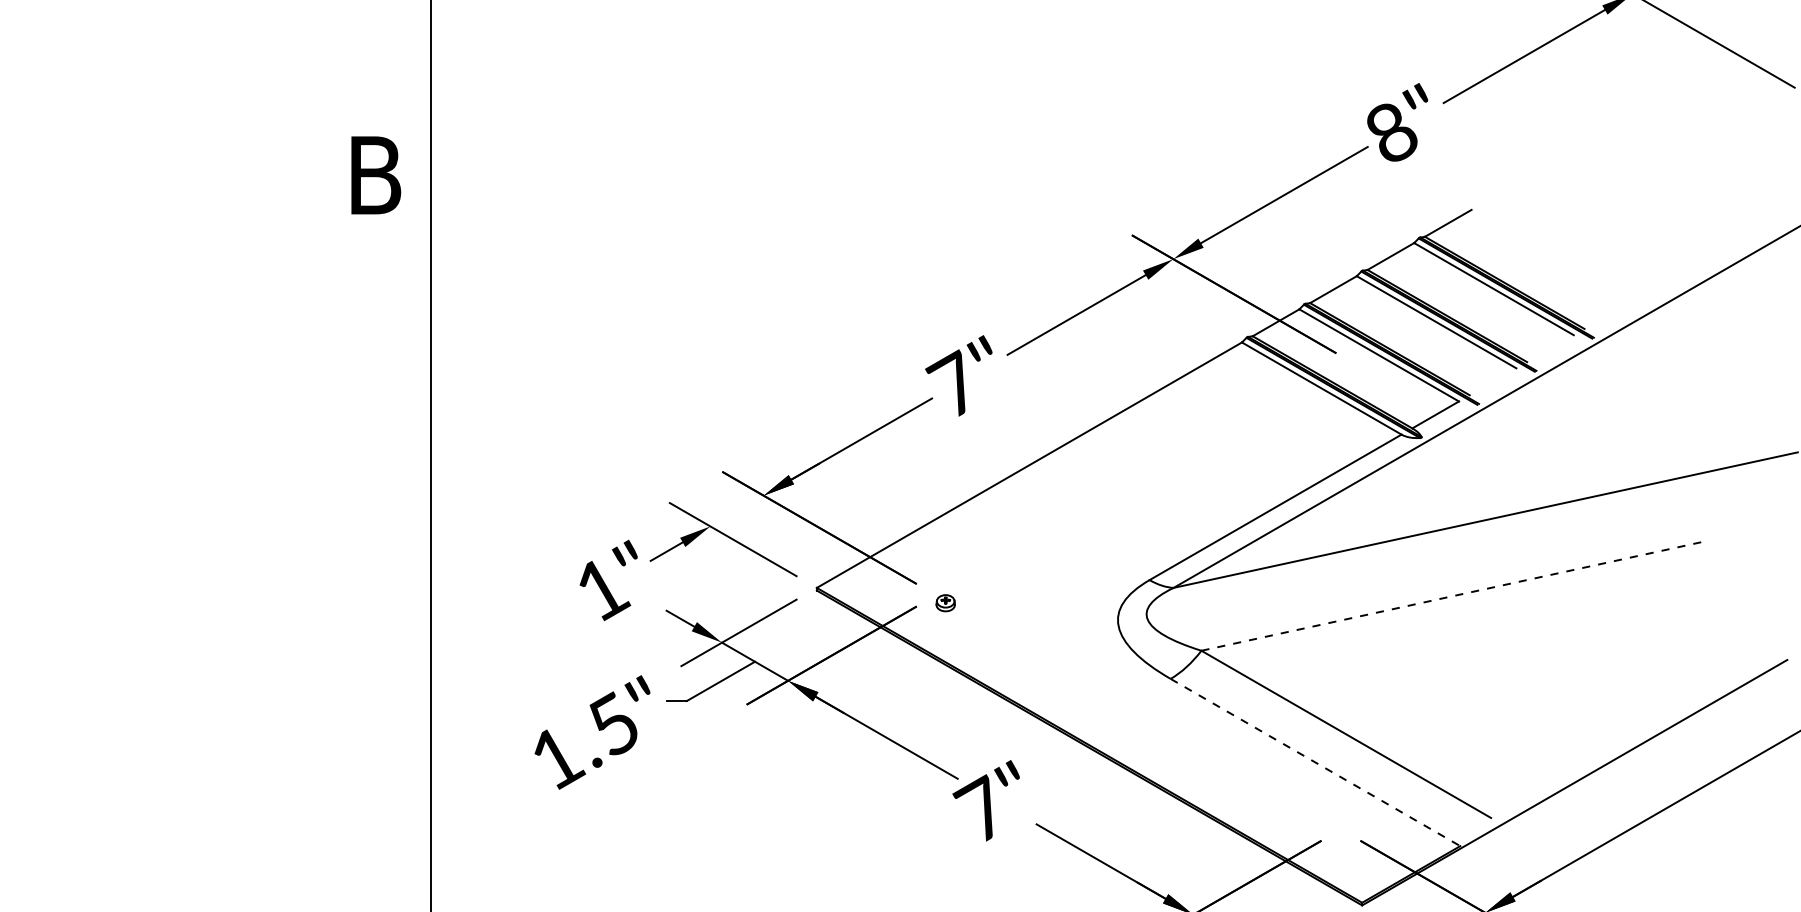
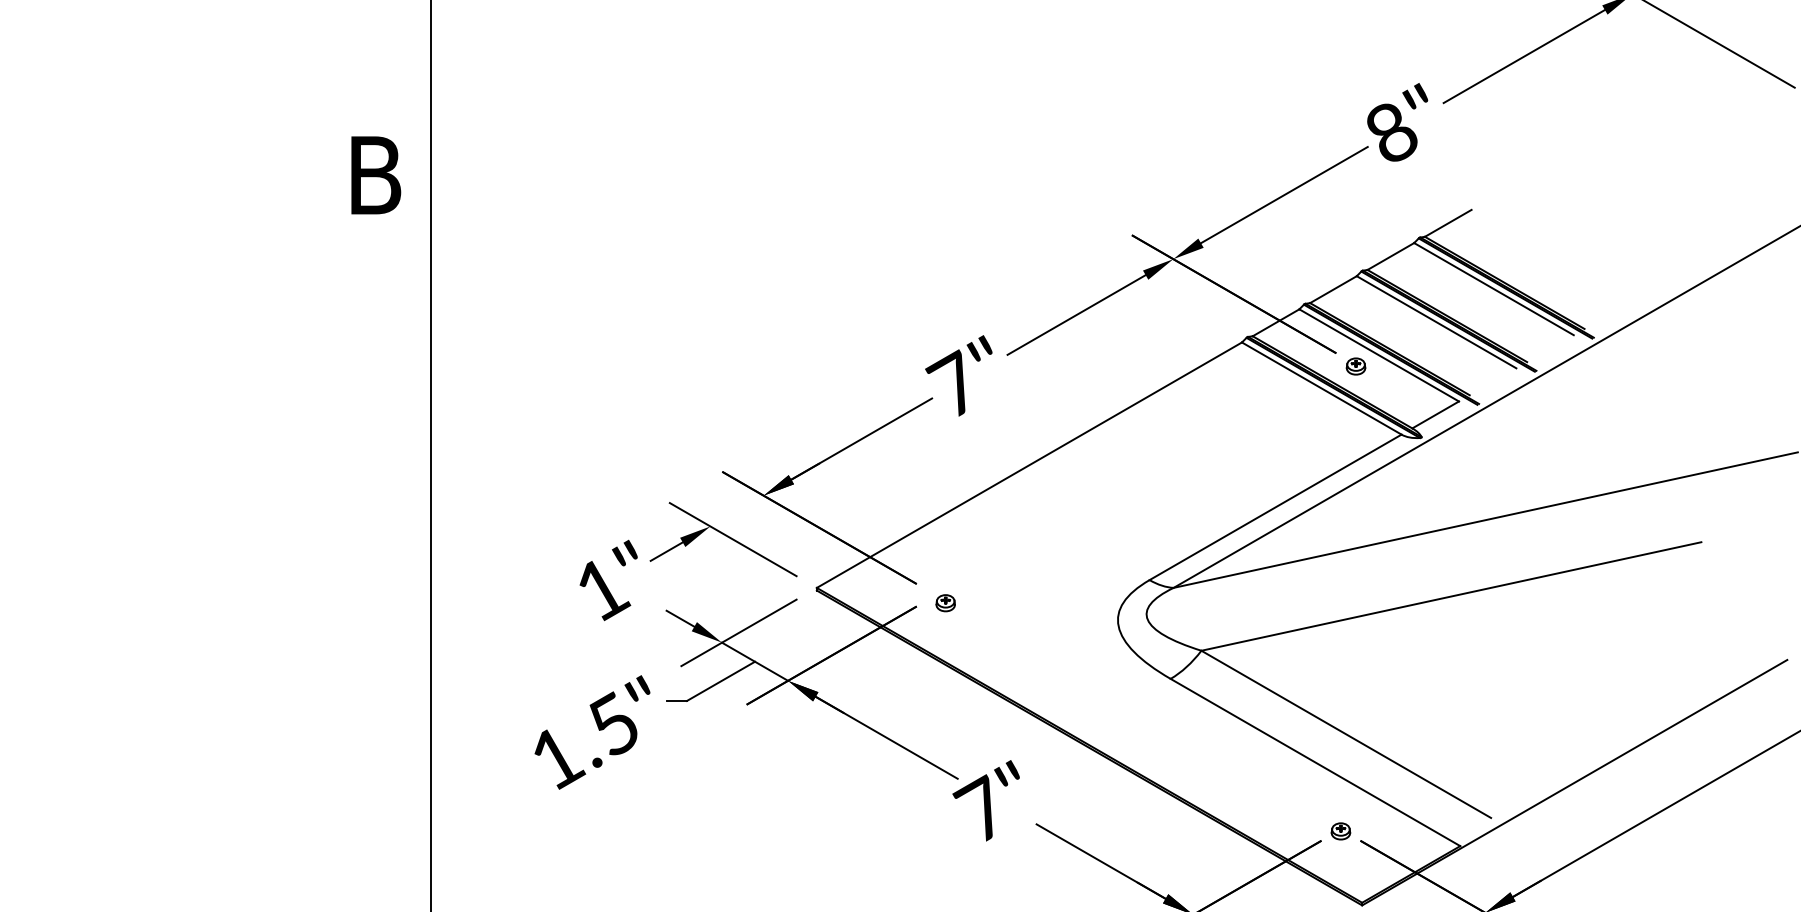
part at (1355, 366): none -> present
line at (1451, 596): dashed -> solid
line at (1315, 762): dashed -> solid
part at (1340, 831): none -> present
